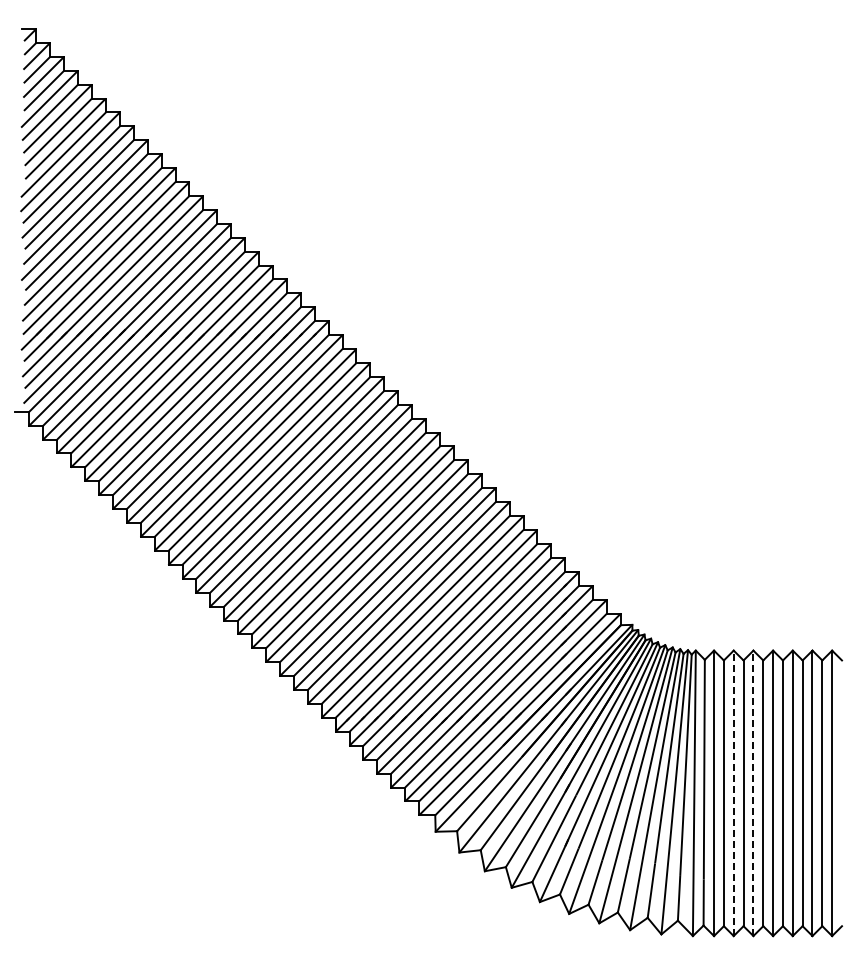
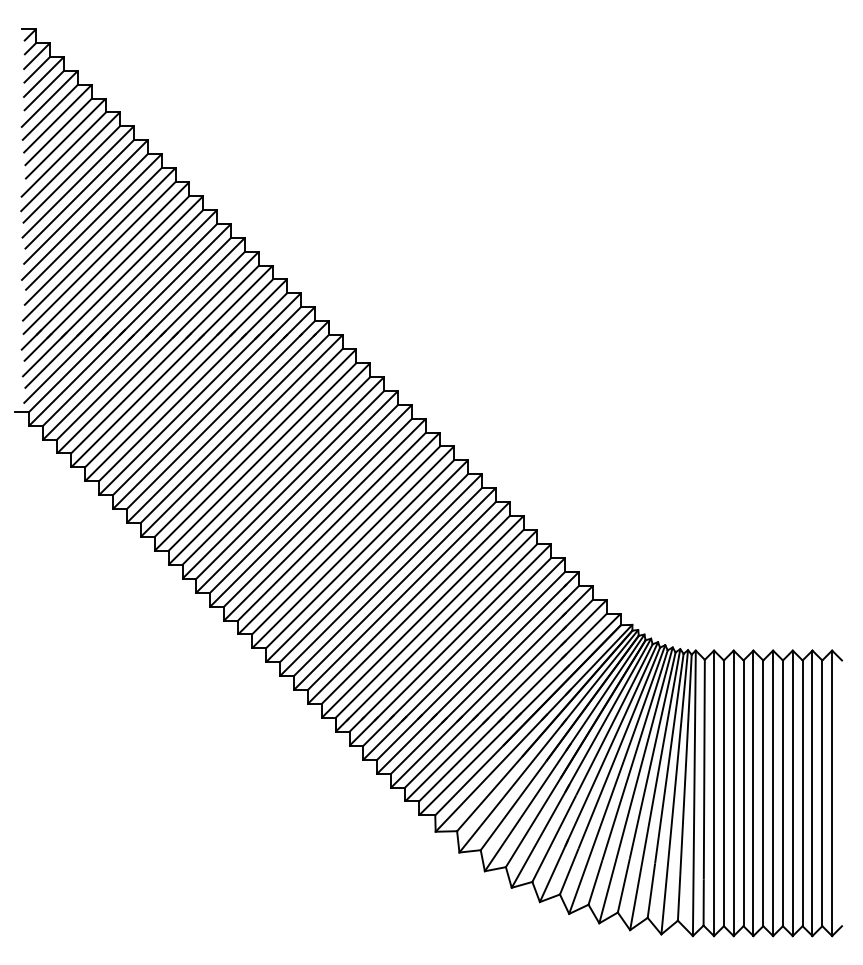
line at (733, 793): dashed -> solid
line at (753, 793): dashed -> solid
